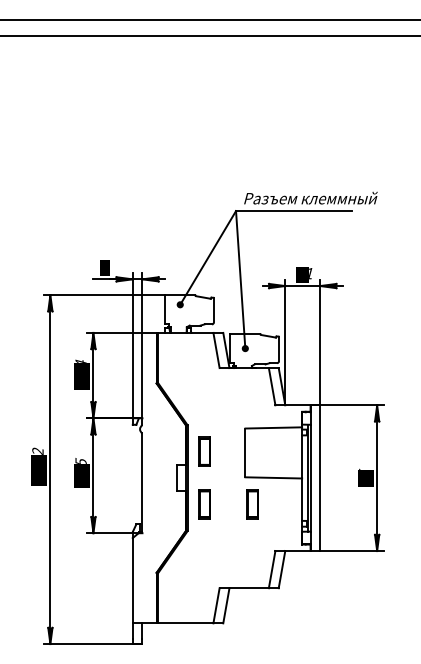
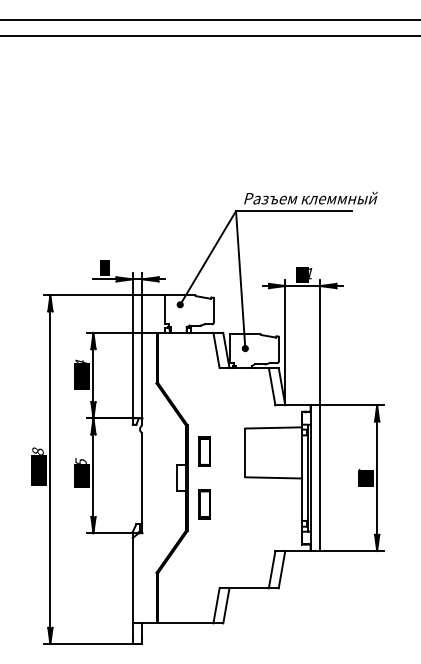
text at (37, 450): 140,2 -> 107,8
part at (252, 504): present -> none
